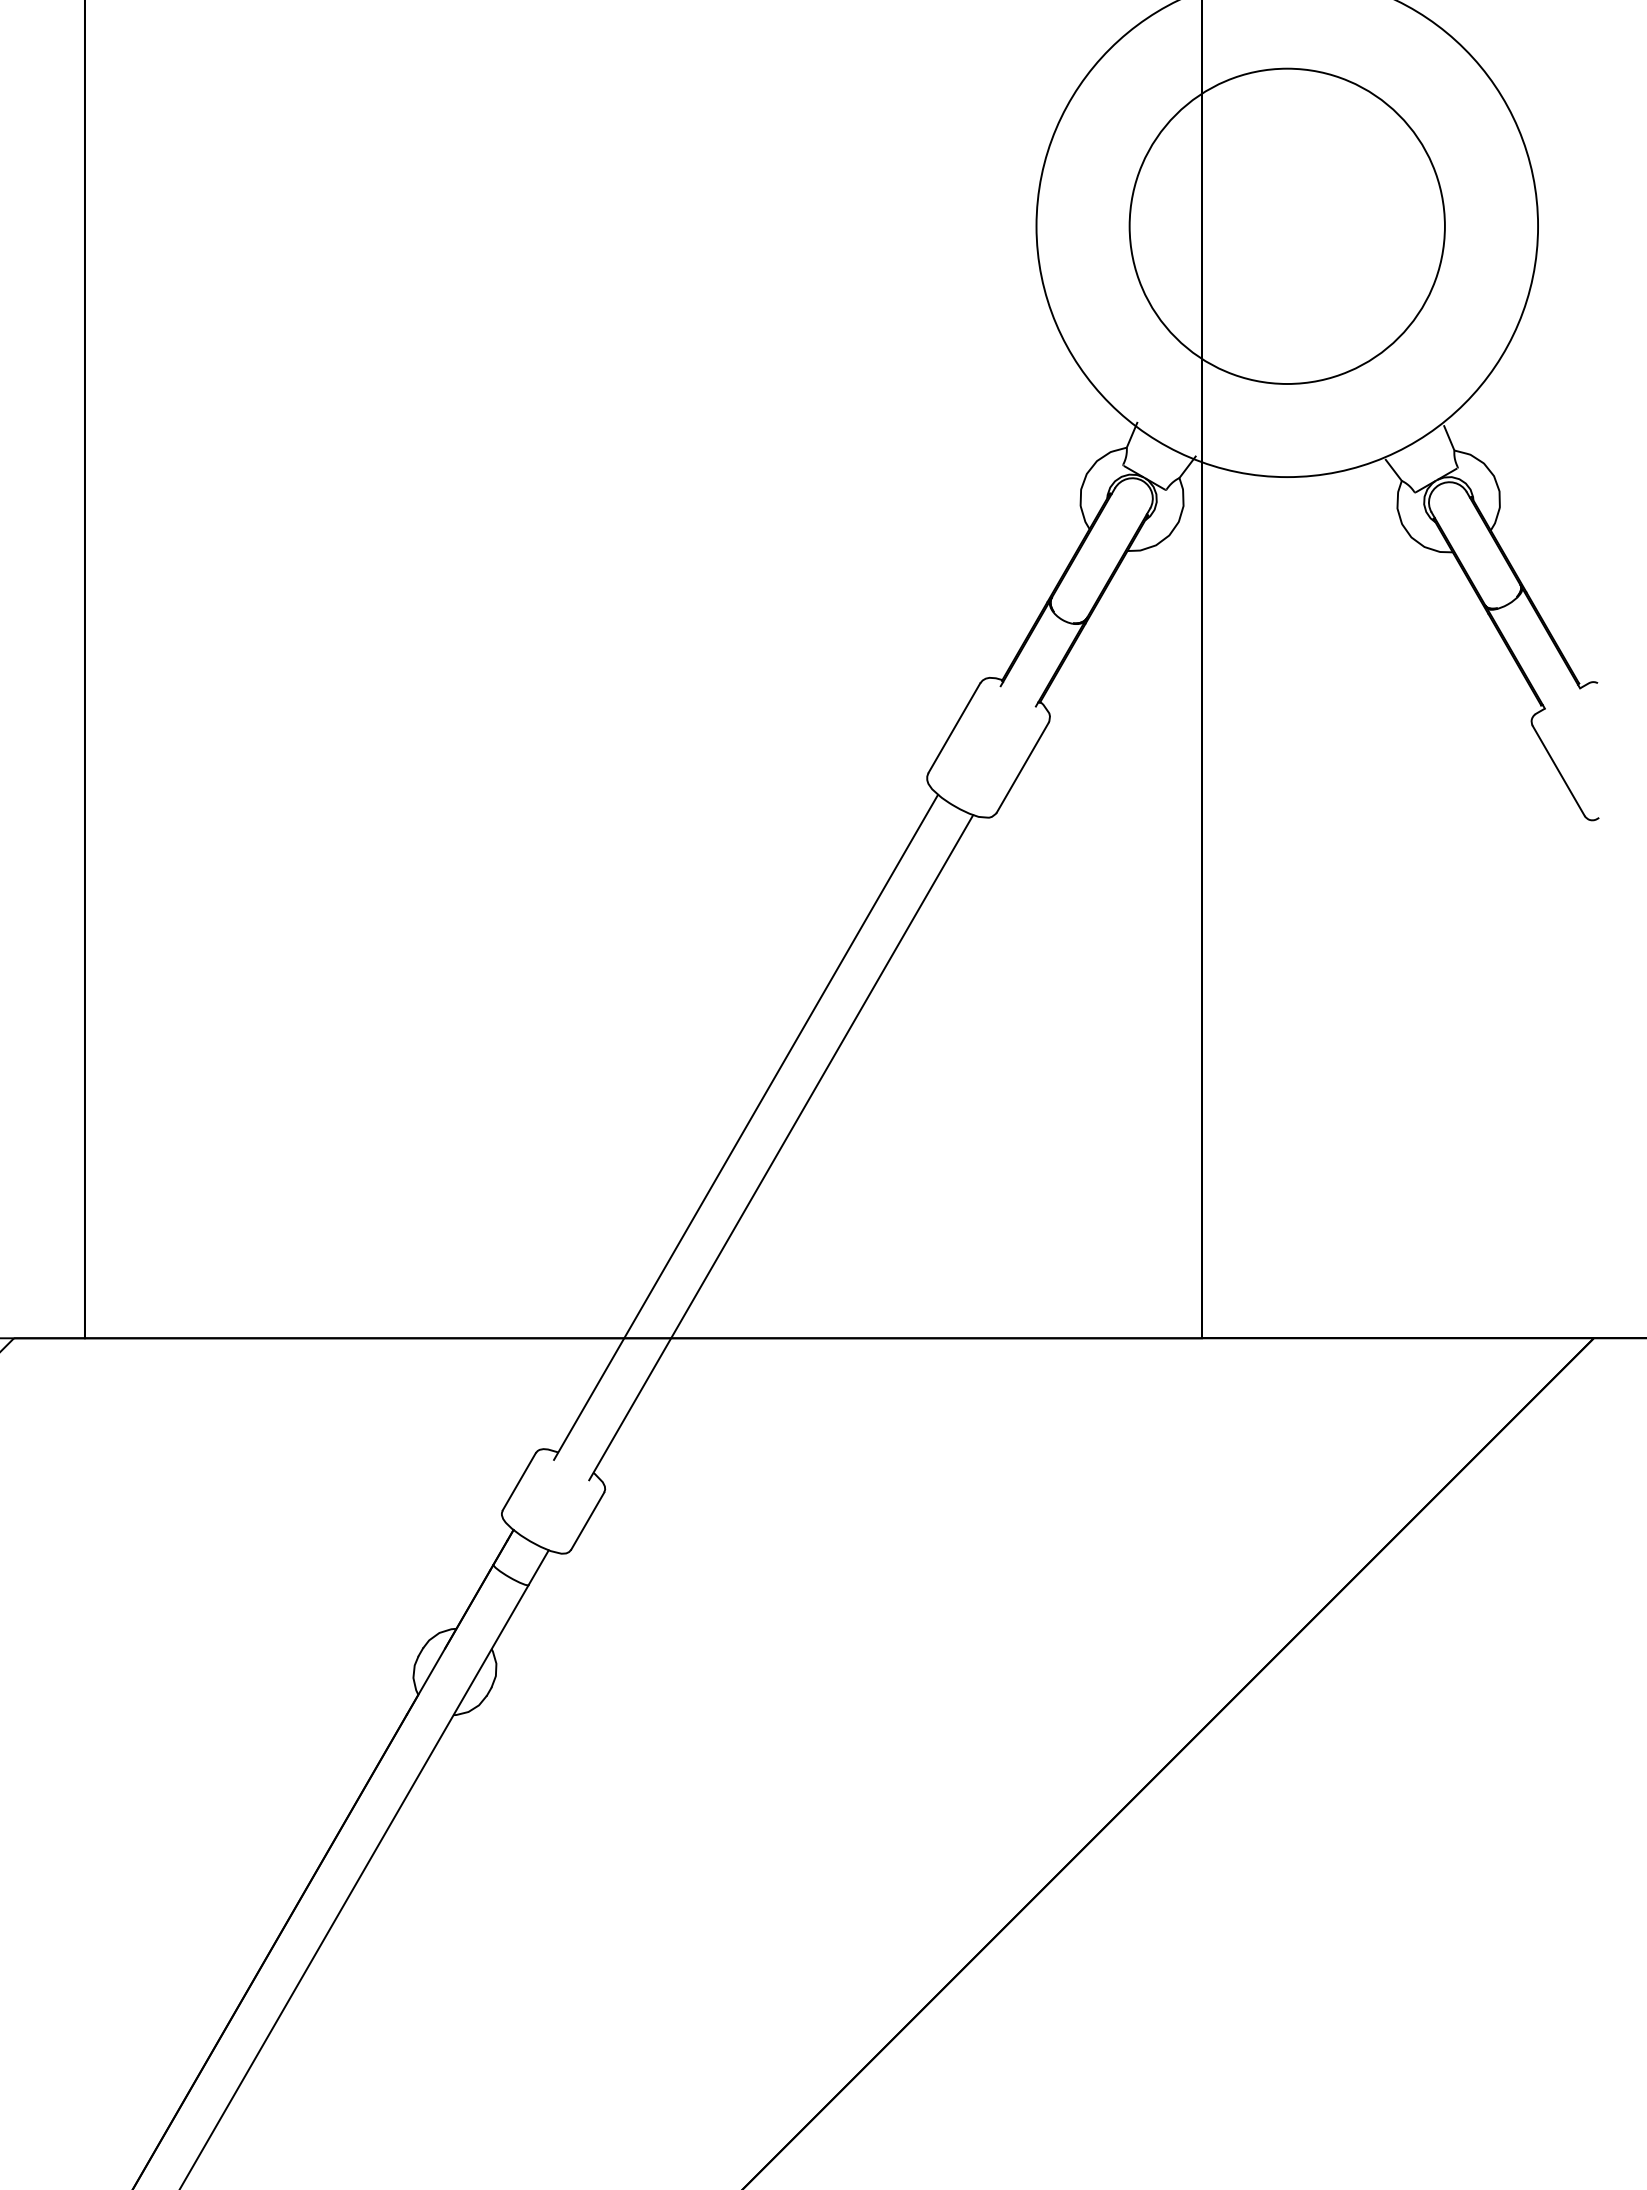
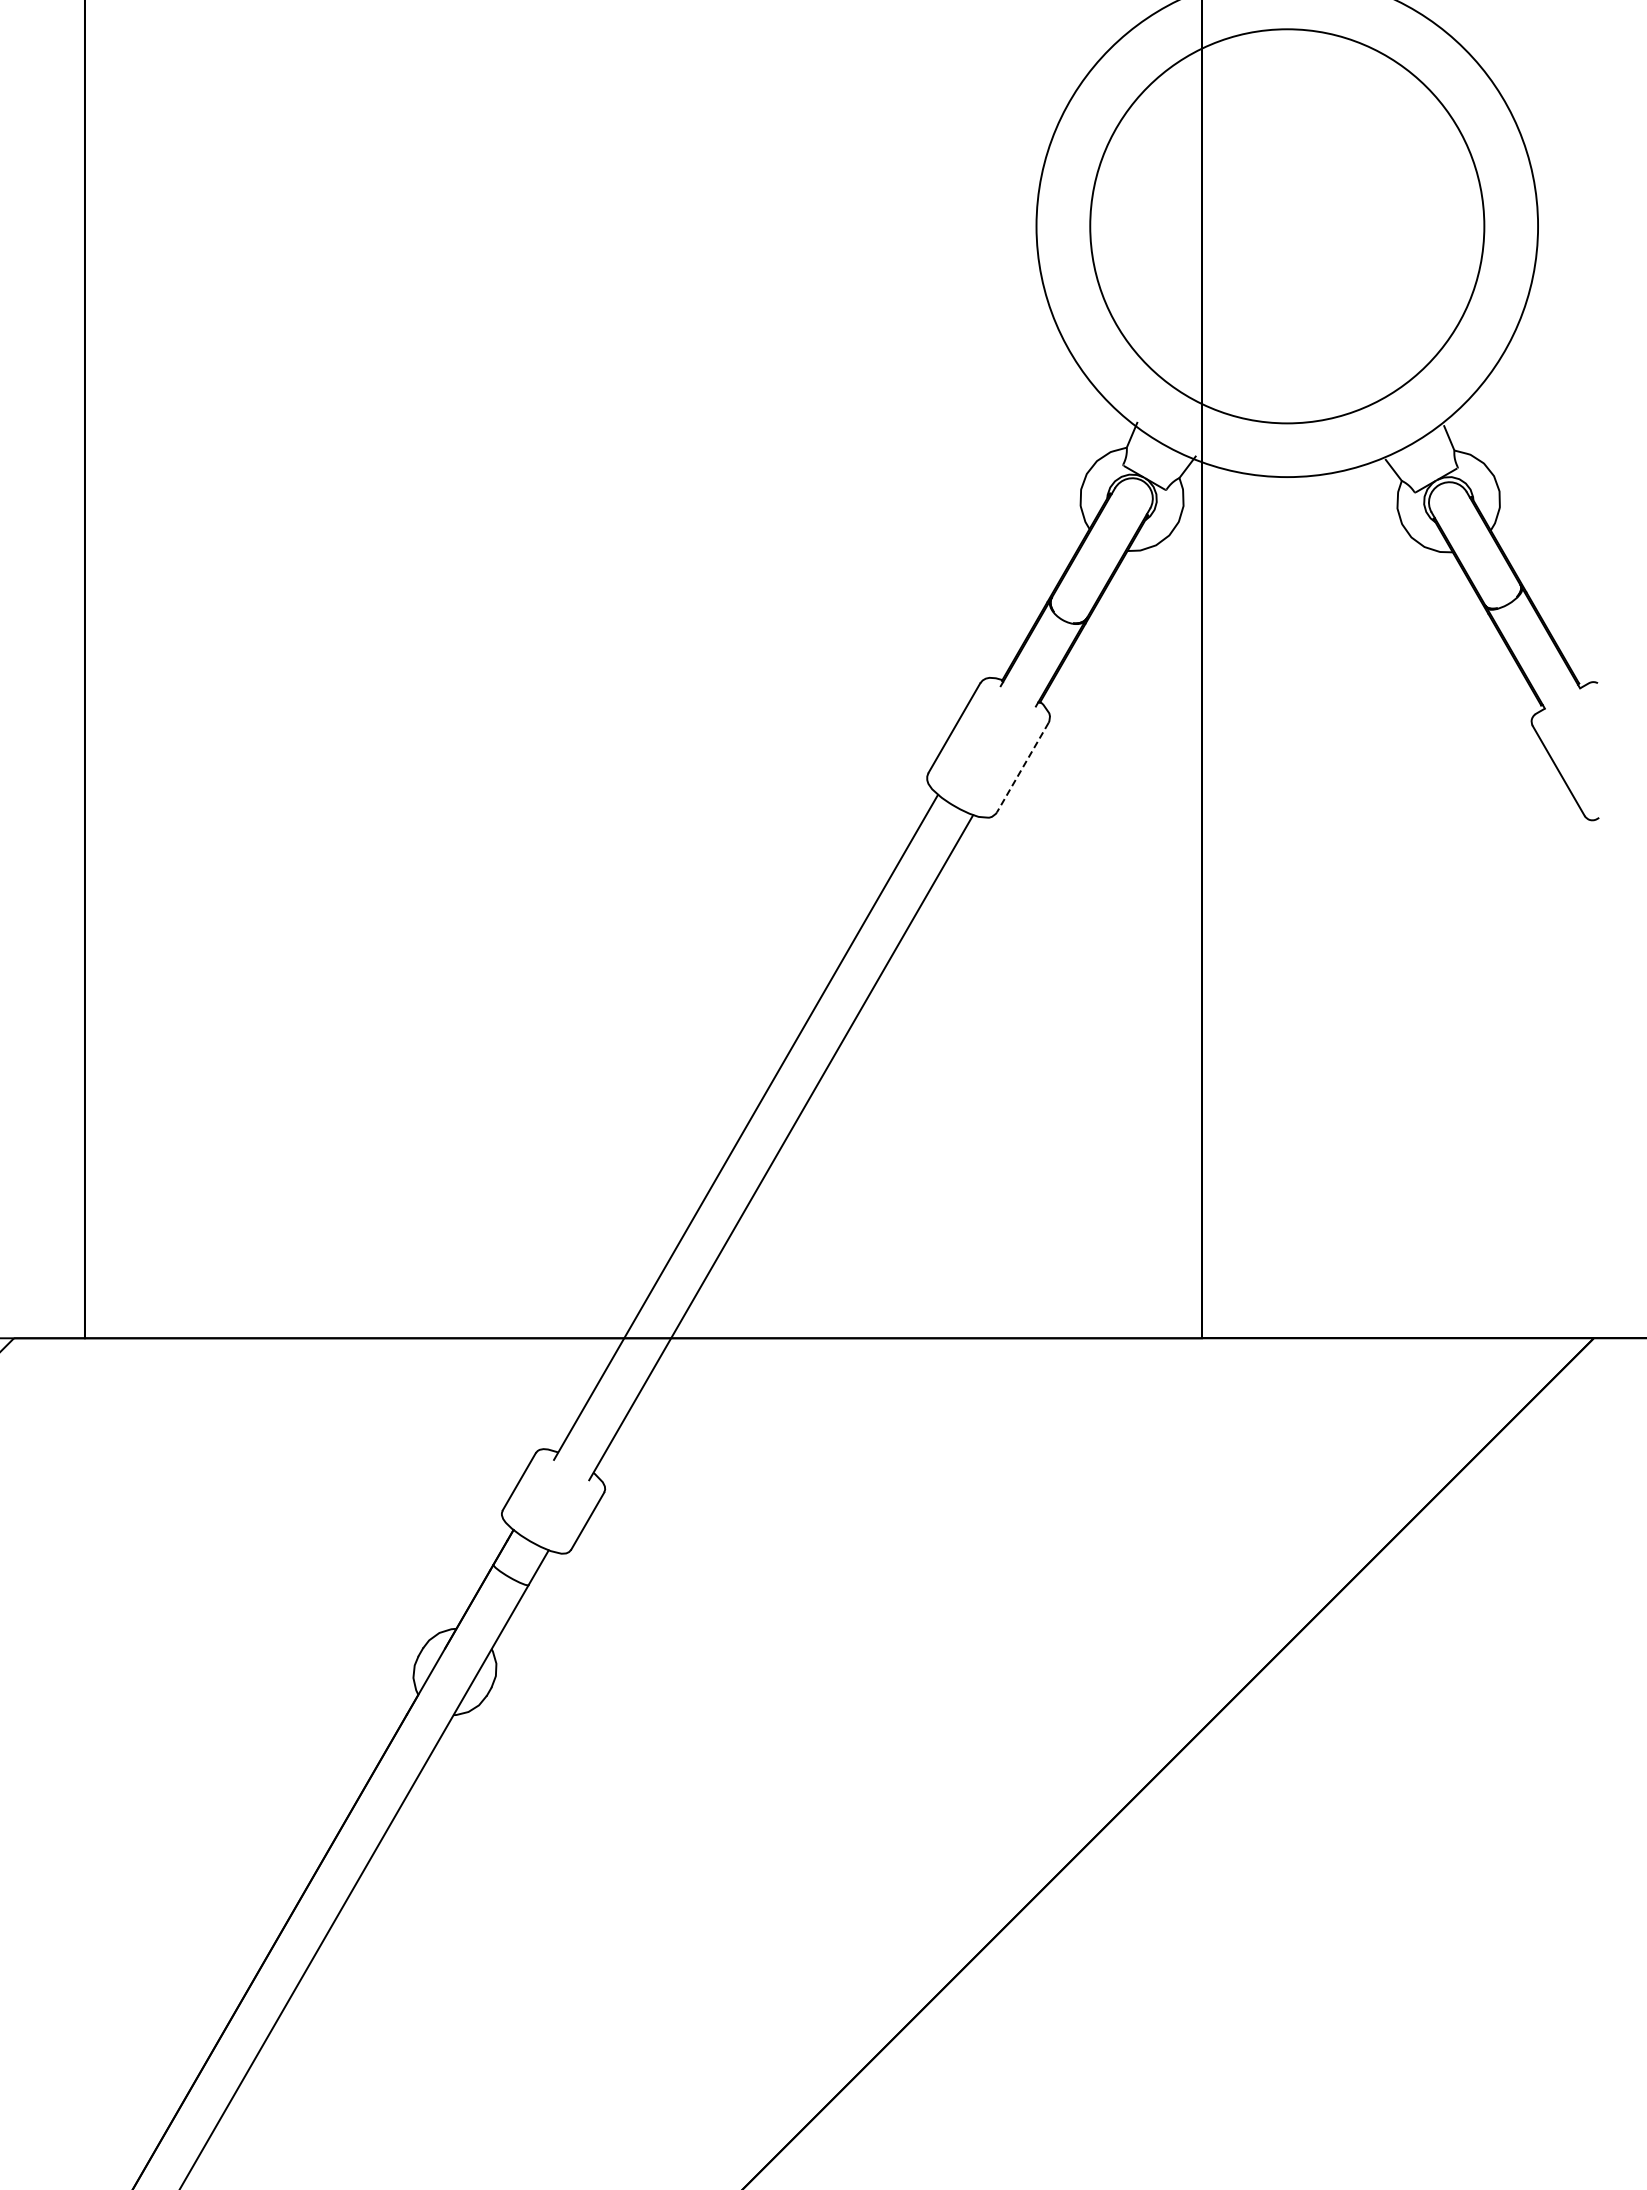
circle at (1286, 225) diameter: 315 px -> 394 px
line at (1022, 767): solid -> dashed
